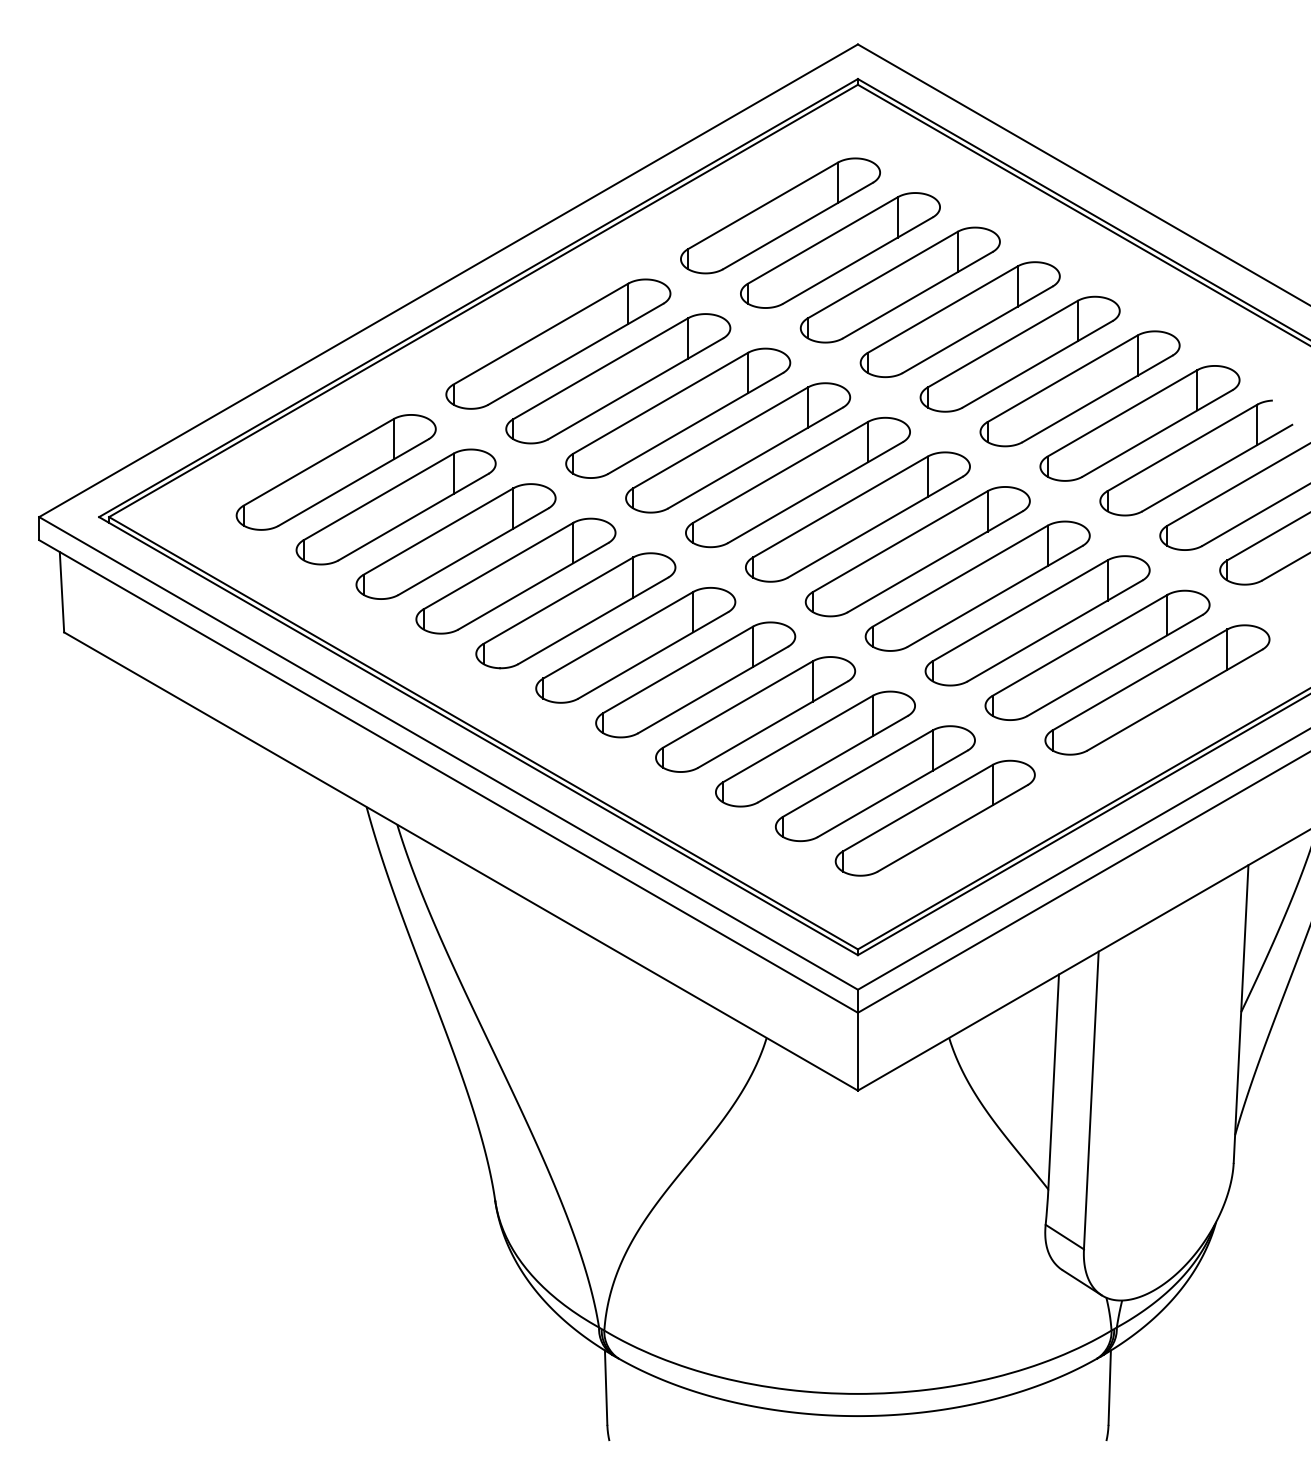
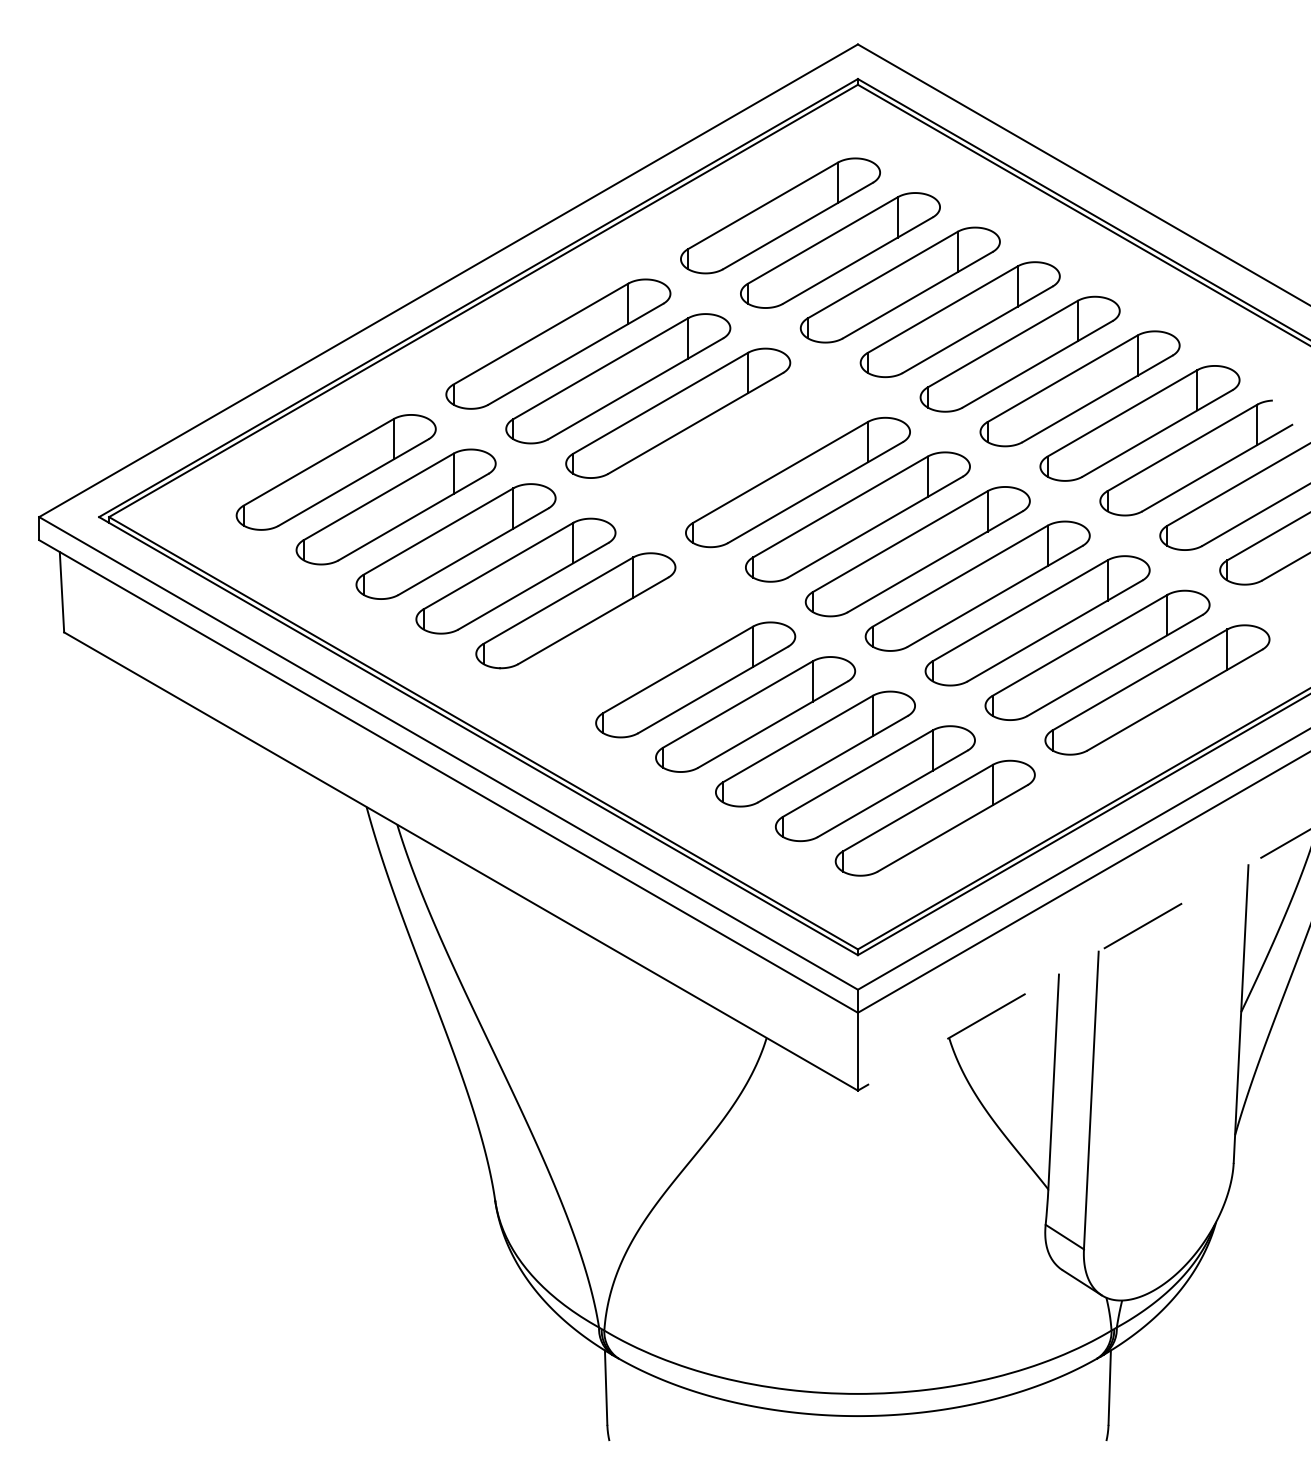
part at (738, 447): present -> none
part at (635, 645): present -> none
line at (1083, 960): solid -> dashed
